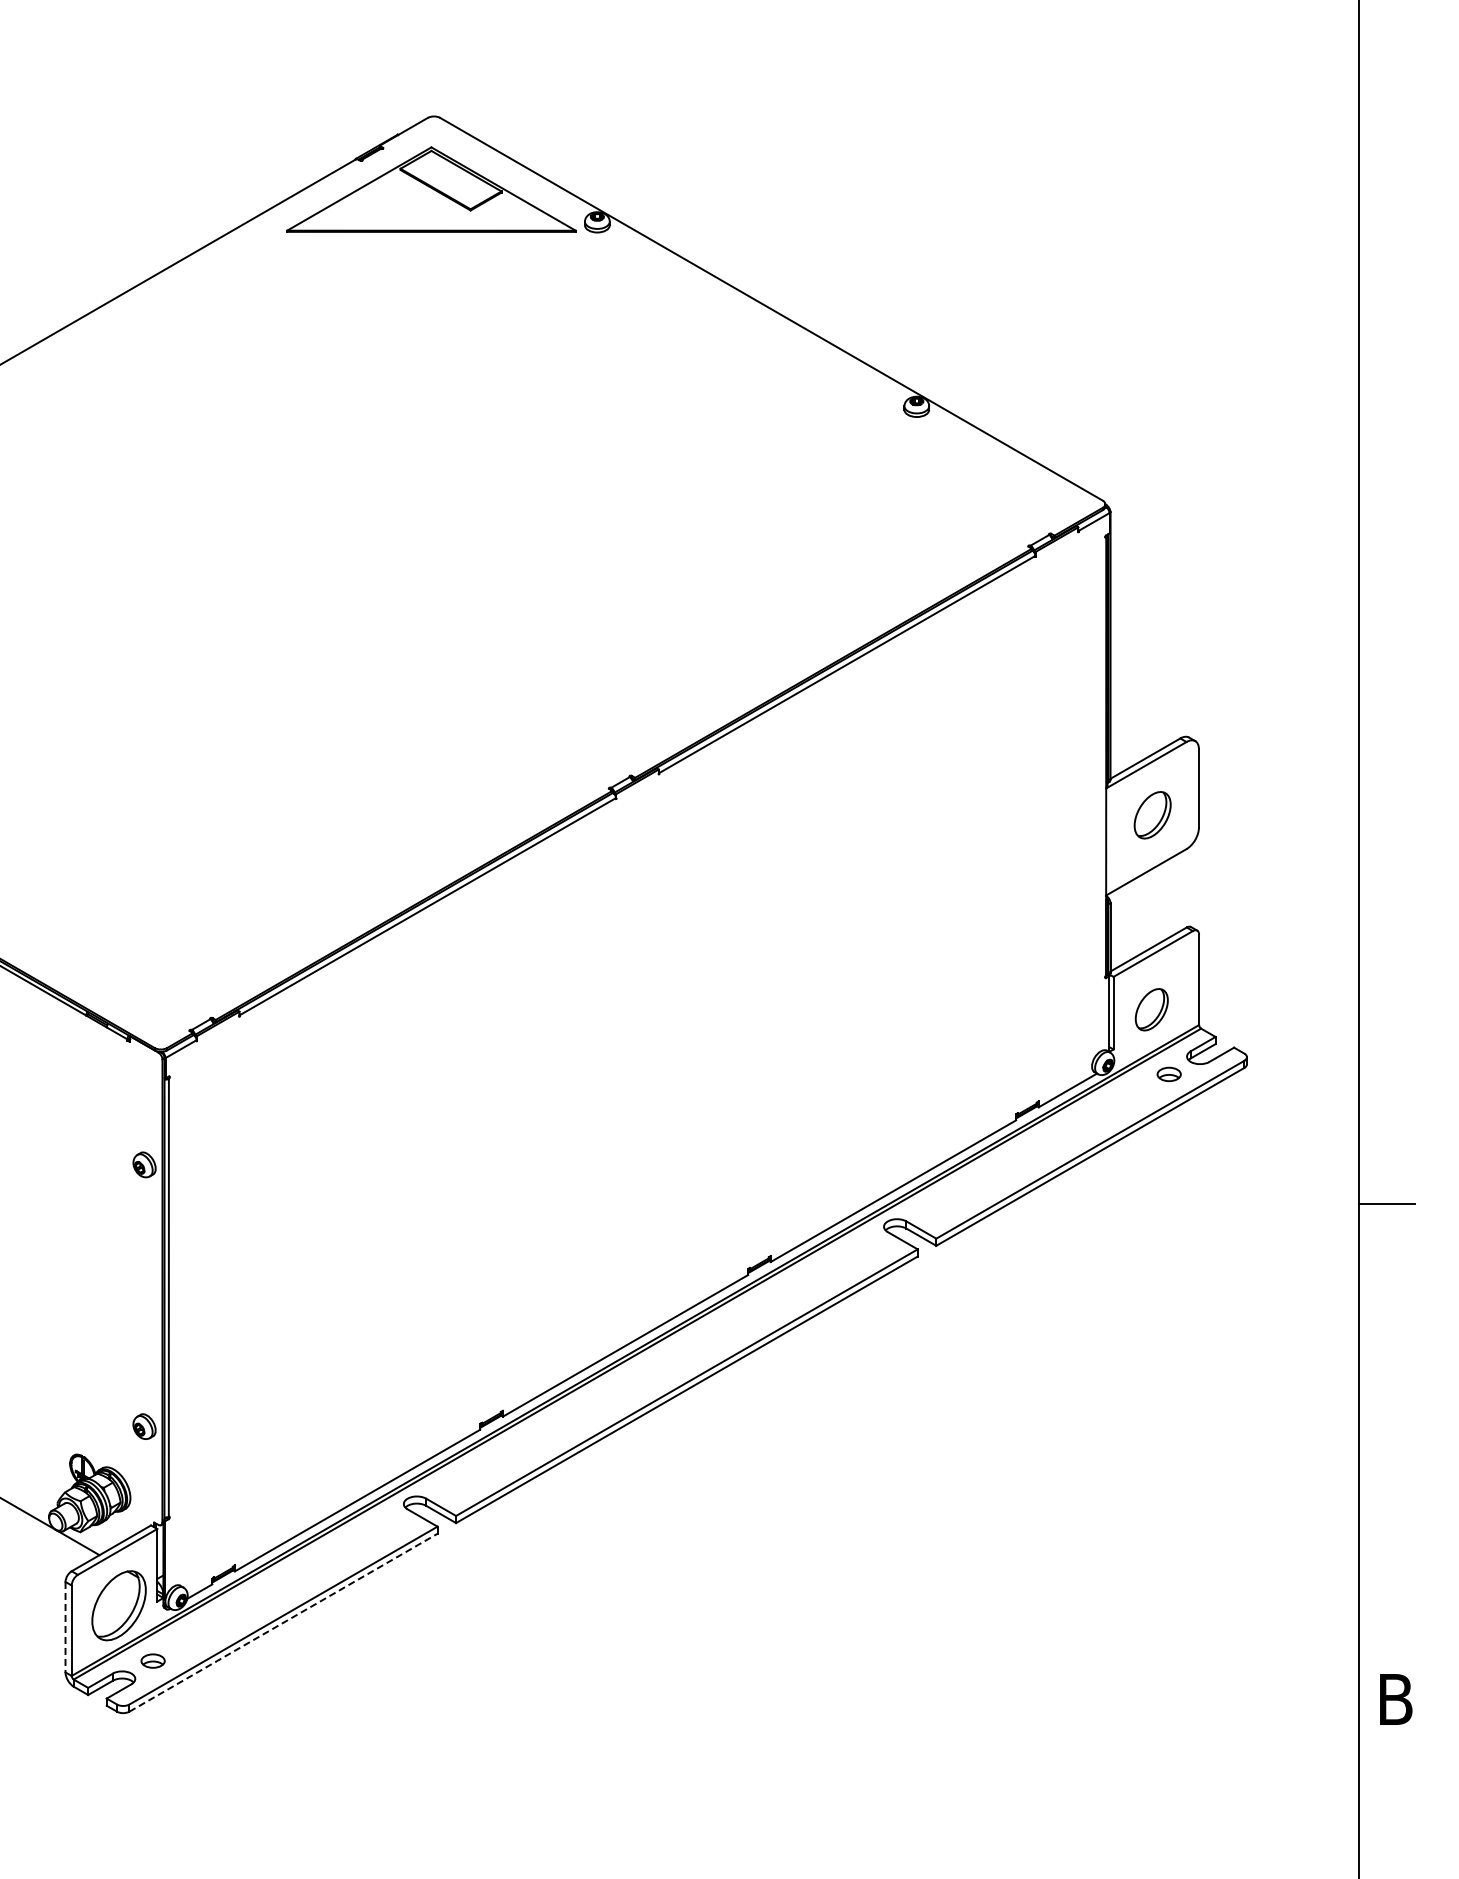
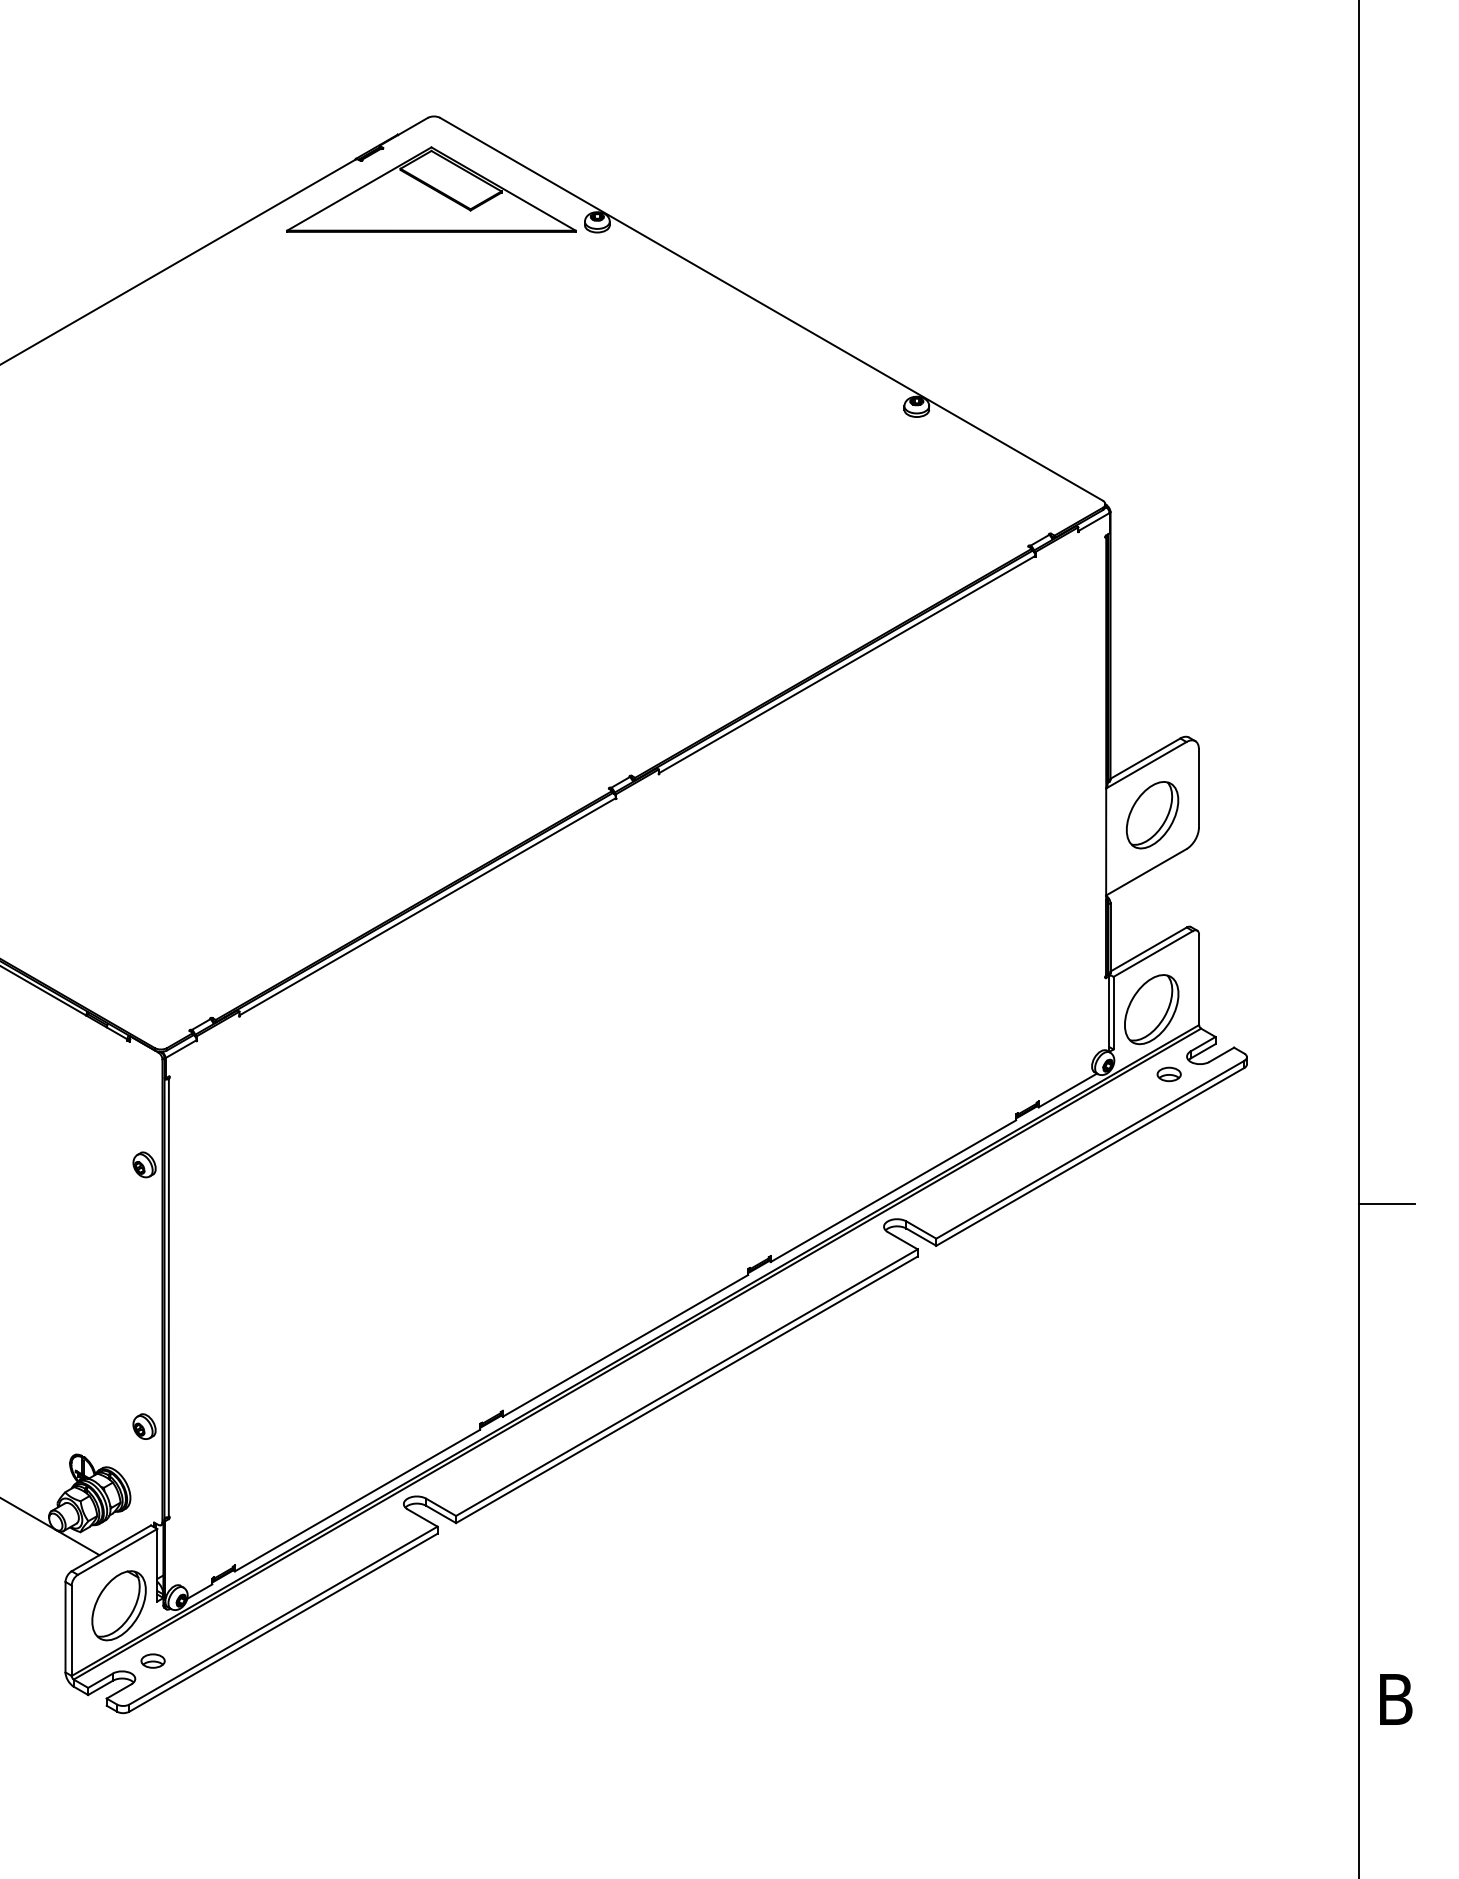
part at (1152, 815) size: 39x49 px -> 54x69 px
part at (1151, 1009) size: 35x44 px -> 56x72 px
line at (283, 1622): dashed -> solid
line at (65, 1627): dashed -> solid
